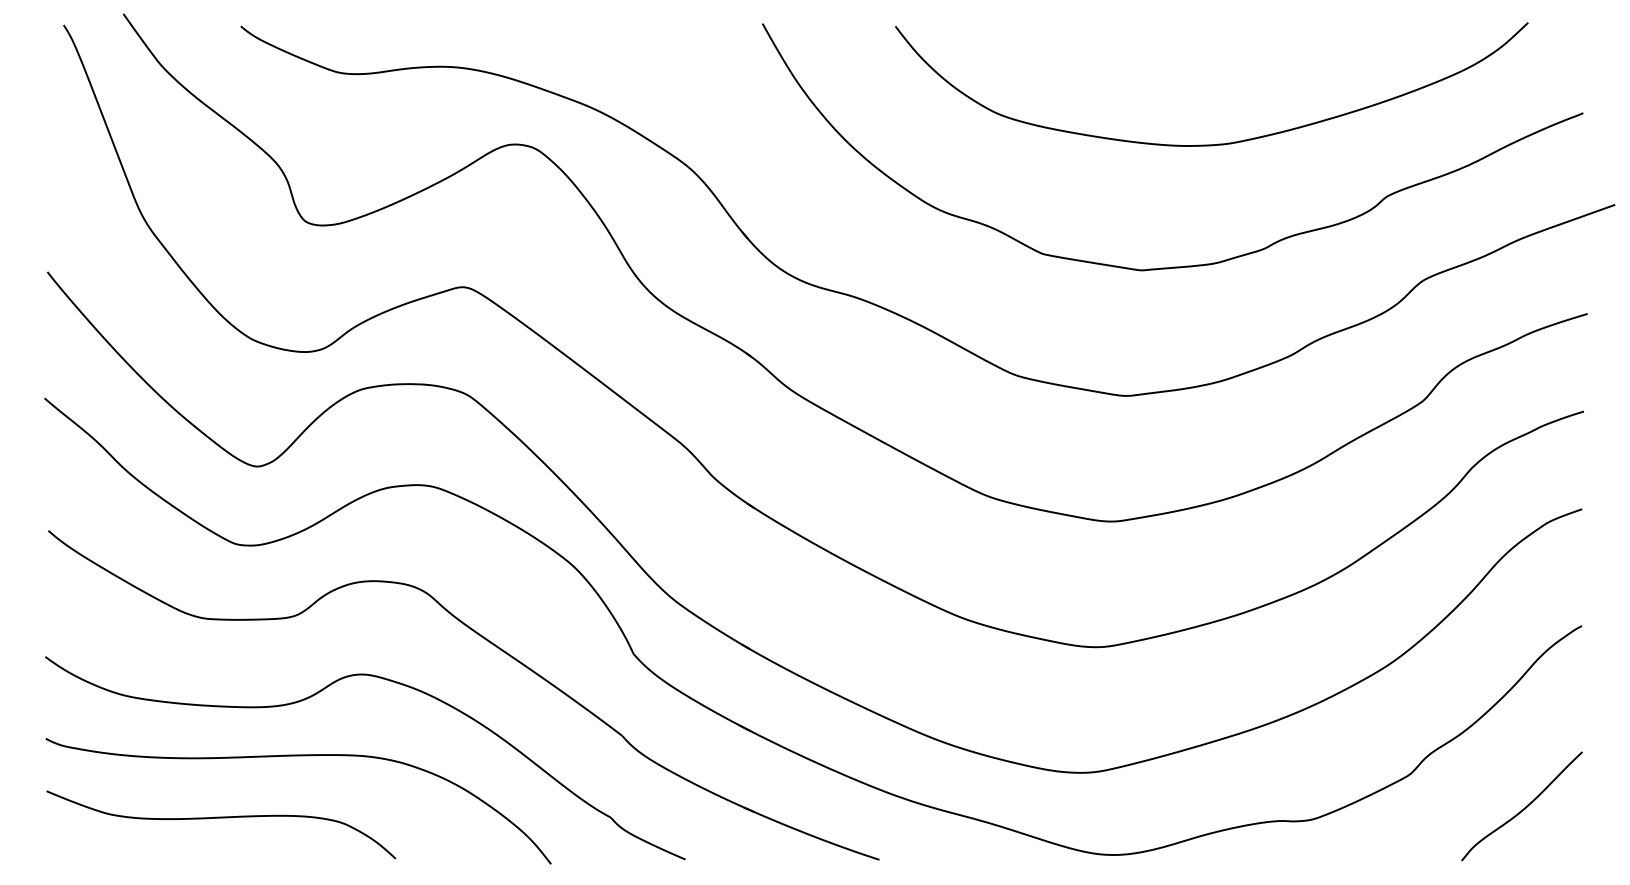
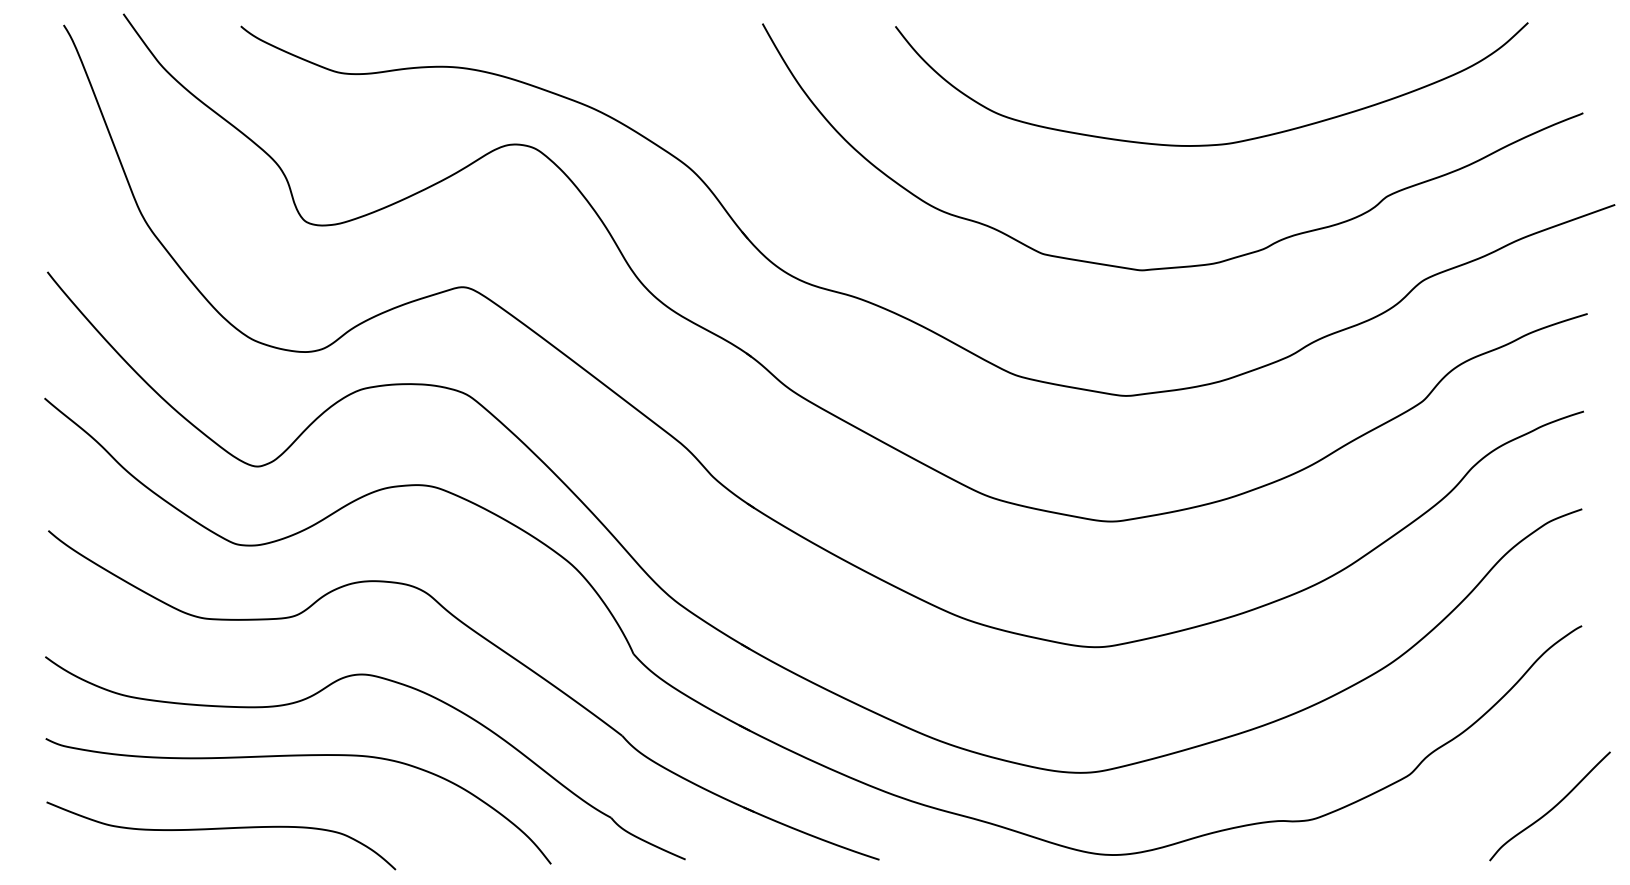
curve at (1523, 808) position: (1523, 808) -> (1551, 808)
curve at (221, 818) position: (221, 818) -> (221, 829)
